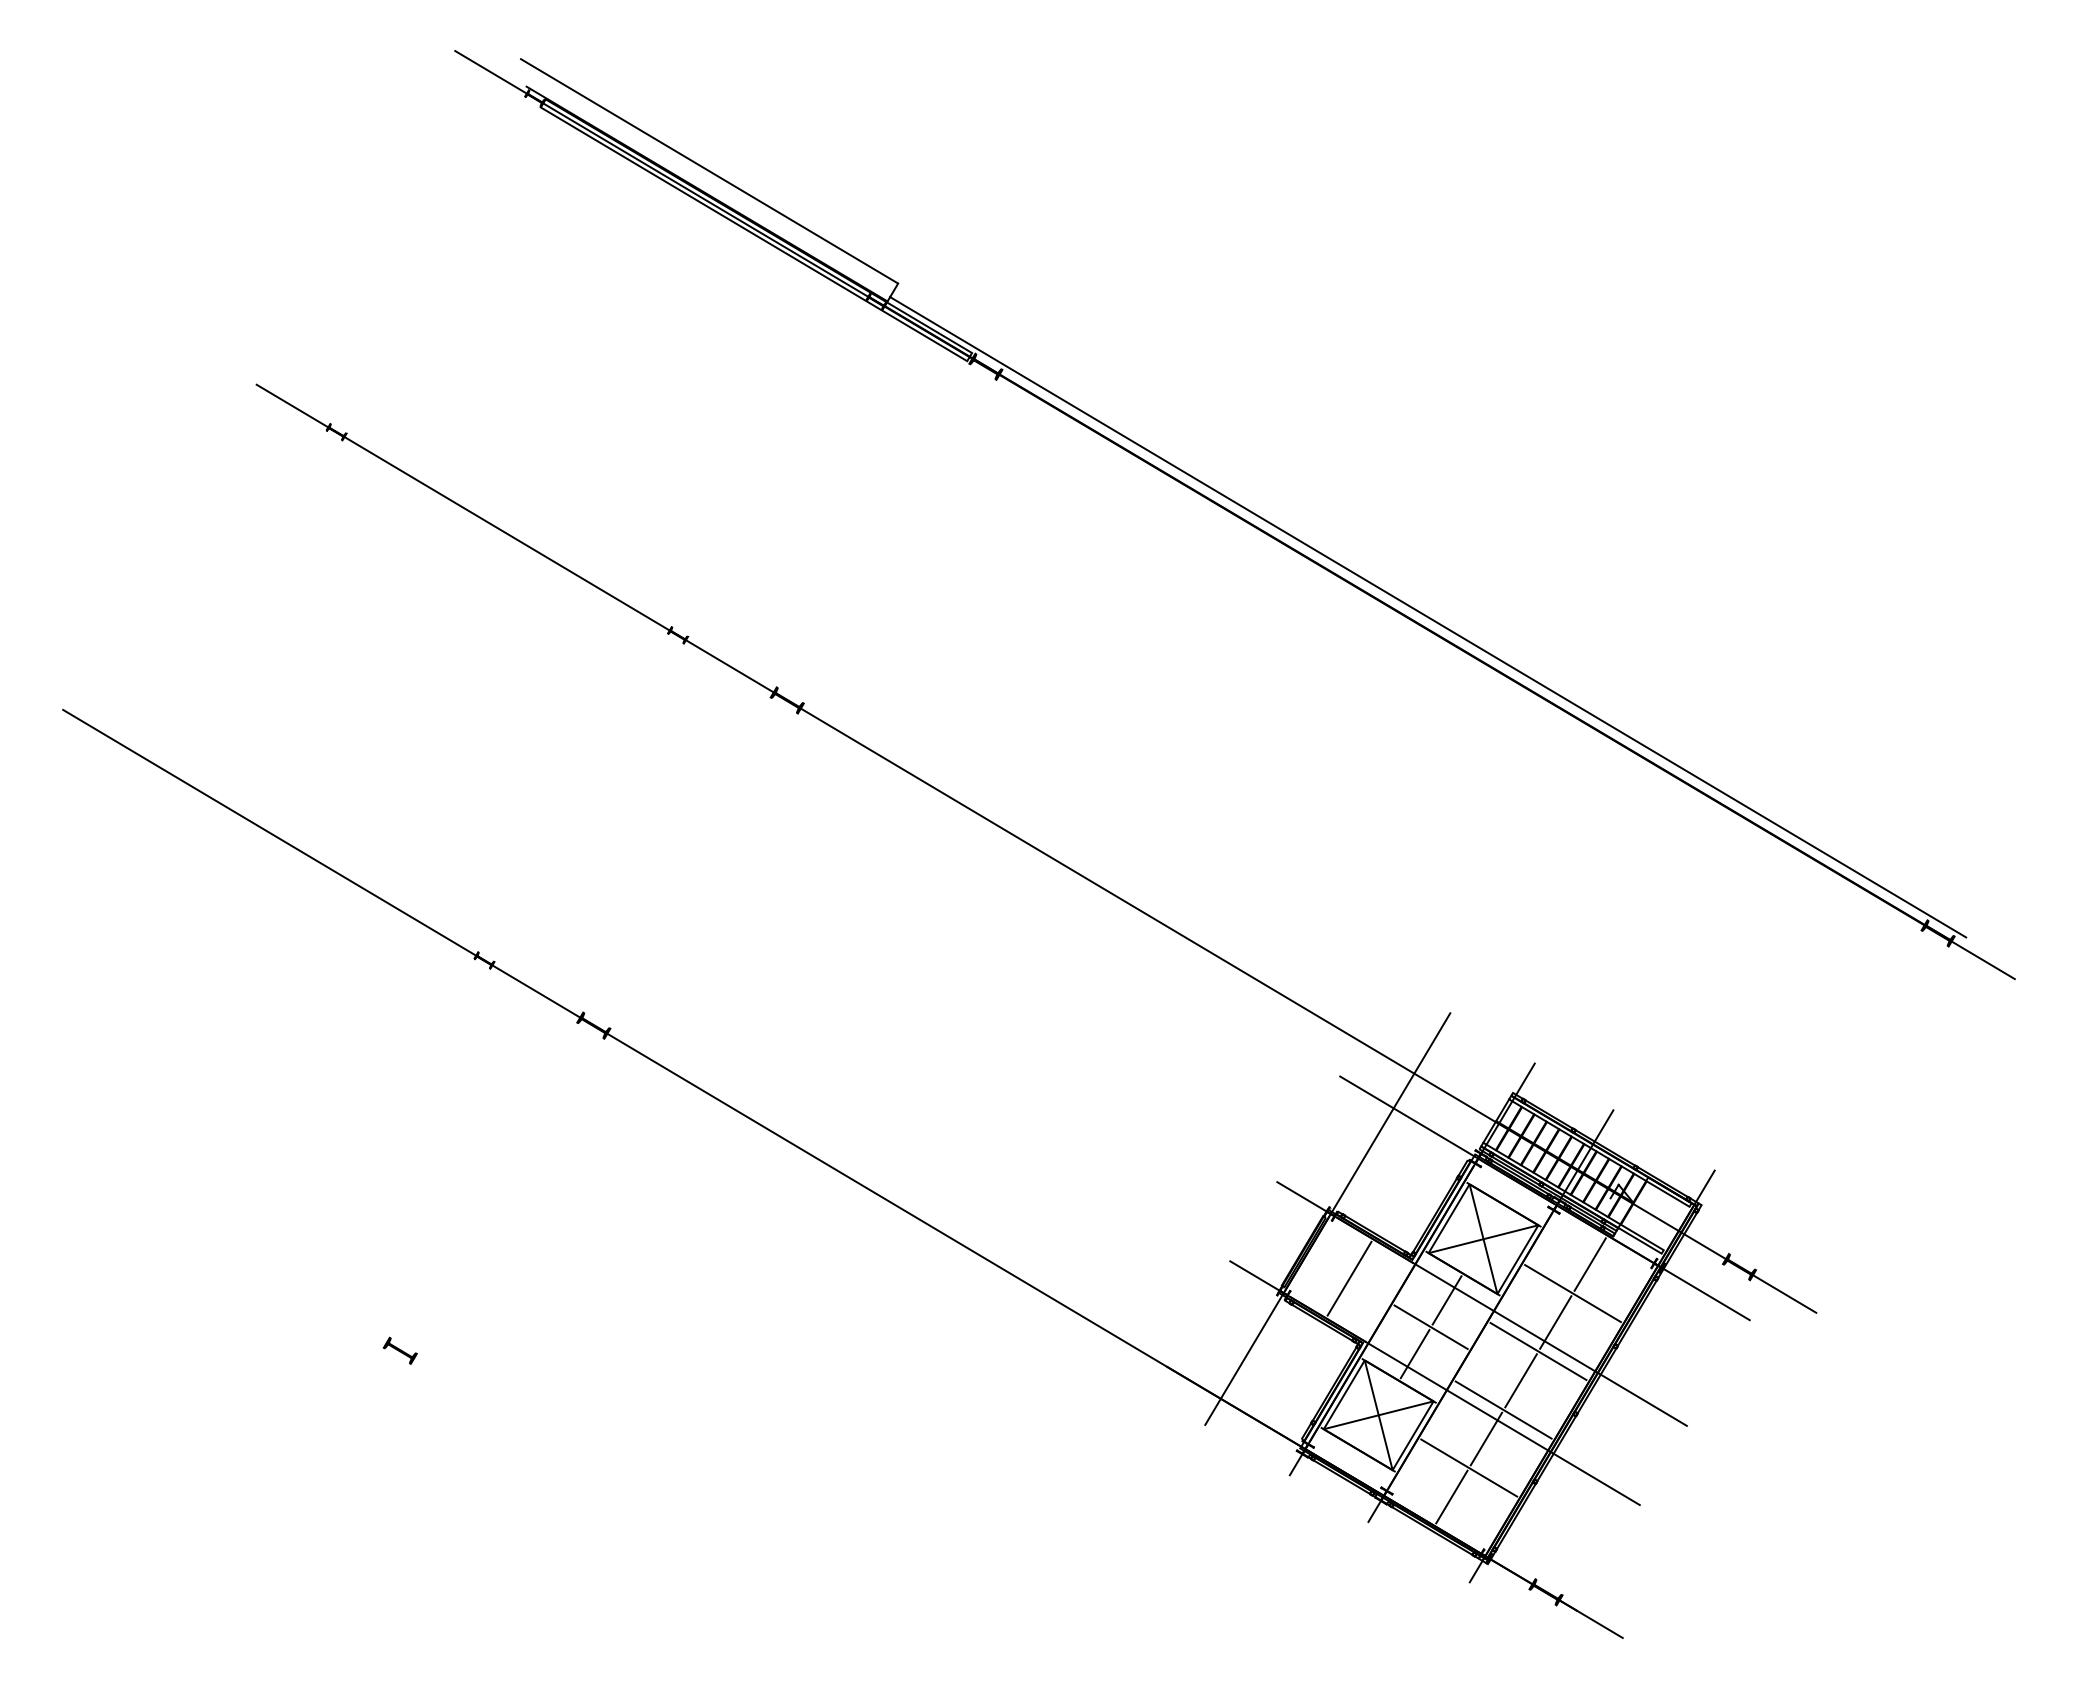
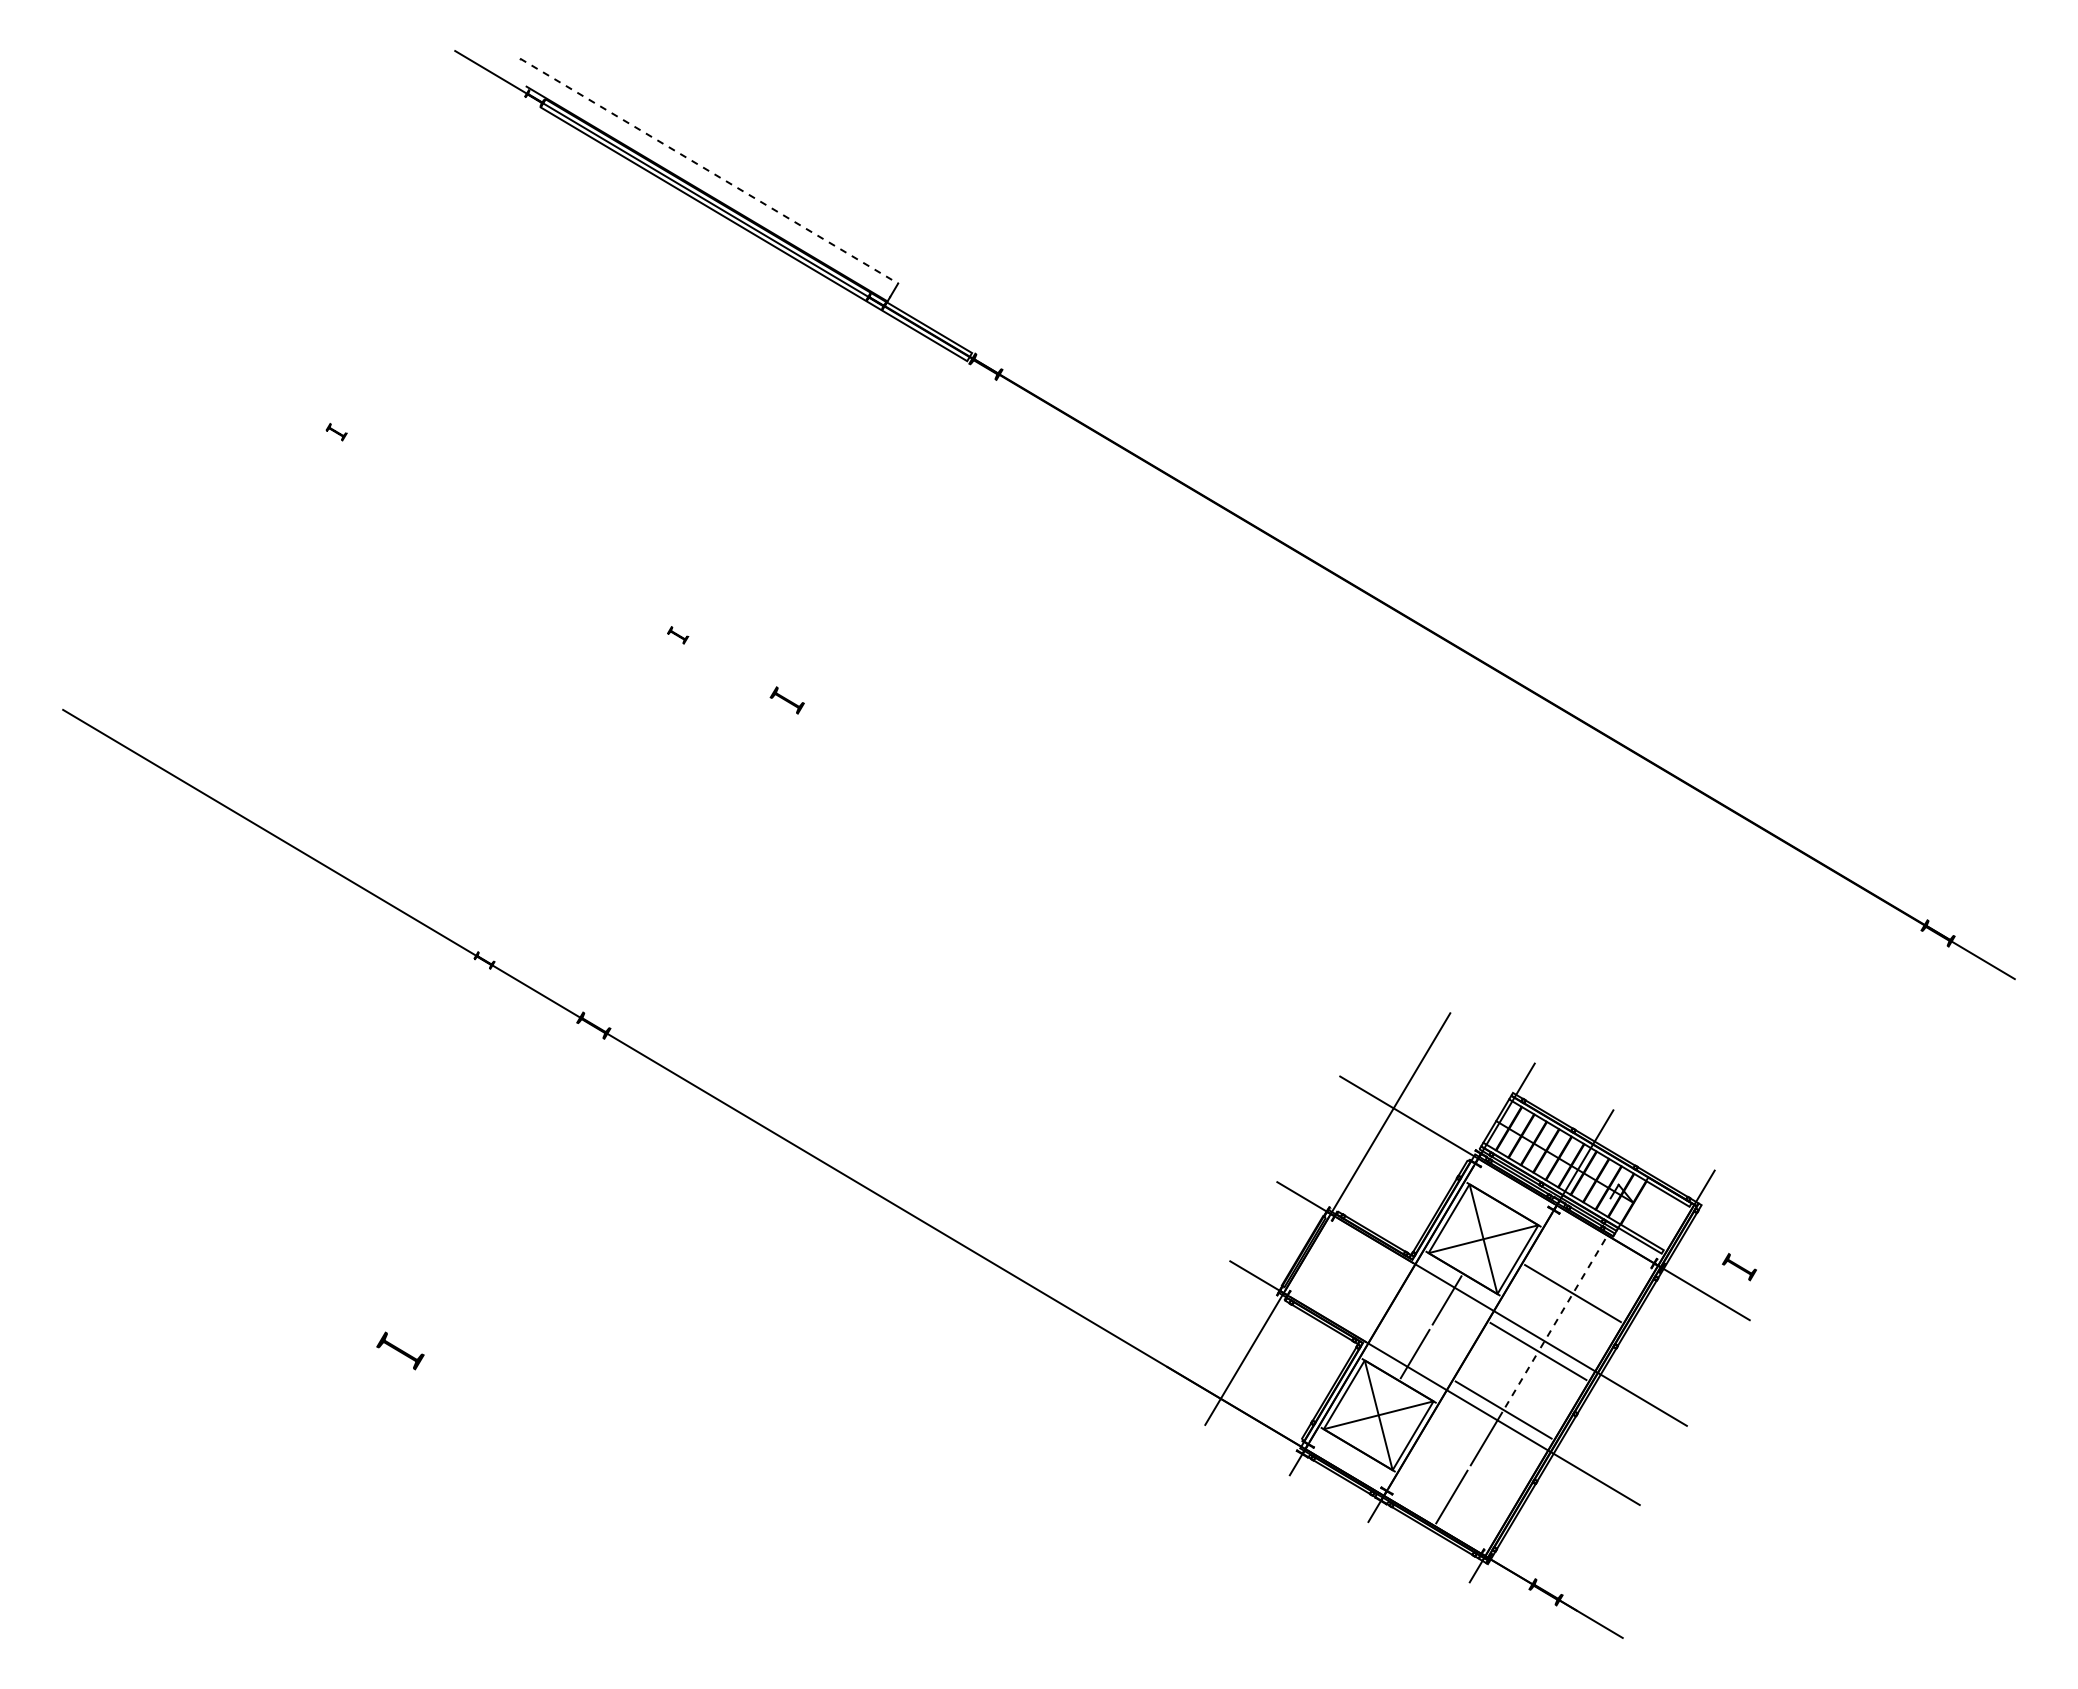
line at (709, 171): solid -> dashed
line at (1428, 617): present -> none
line at (1036, 848): present -> none
line at (1590, 1264): solid -> dashed
line at (1349, 1278): present -> none
line at (1555, 1322): solid -> dashed
line at (1430, 1327): present -> none
part at (399, 1350) size: 36x29 px -> 49x40 px
line at (1521, 1380): solid -> dashed
line at (1469, 1467): present -> none
